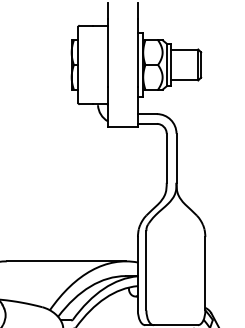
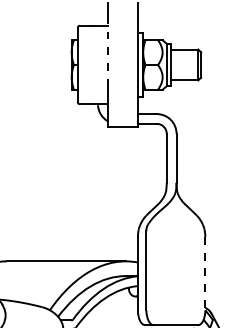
line at (107, 52): solid -> dashed
line at (205, 273): solid -> dashed
